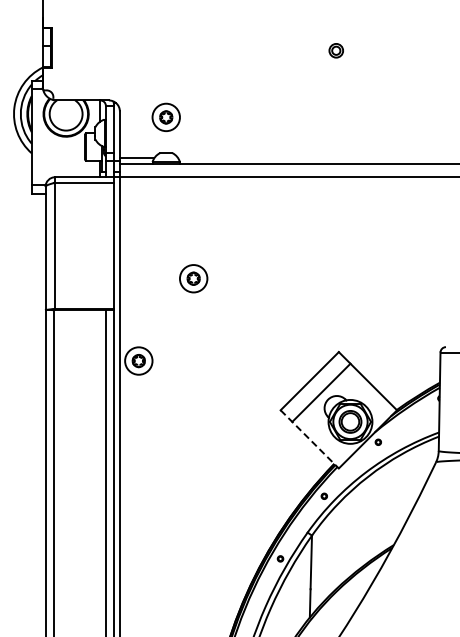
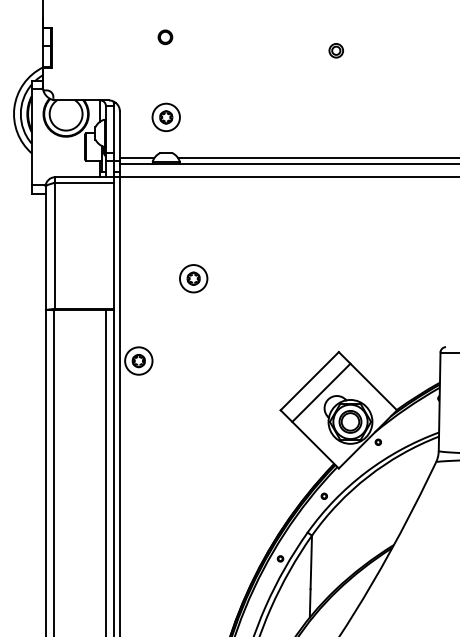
part at (165, 37): none -> present
line at (317, 158): none -> present
line at (310, 439): dashed -> solid
